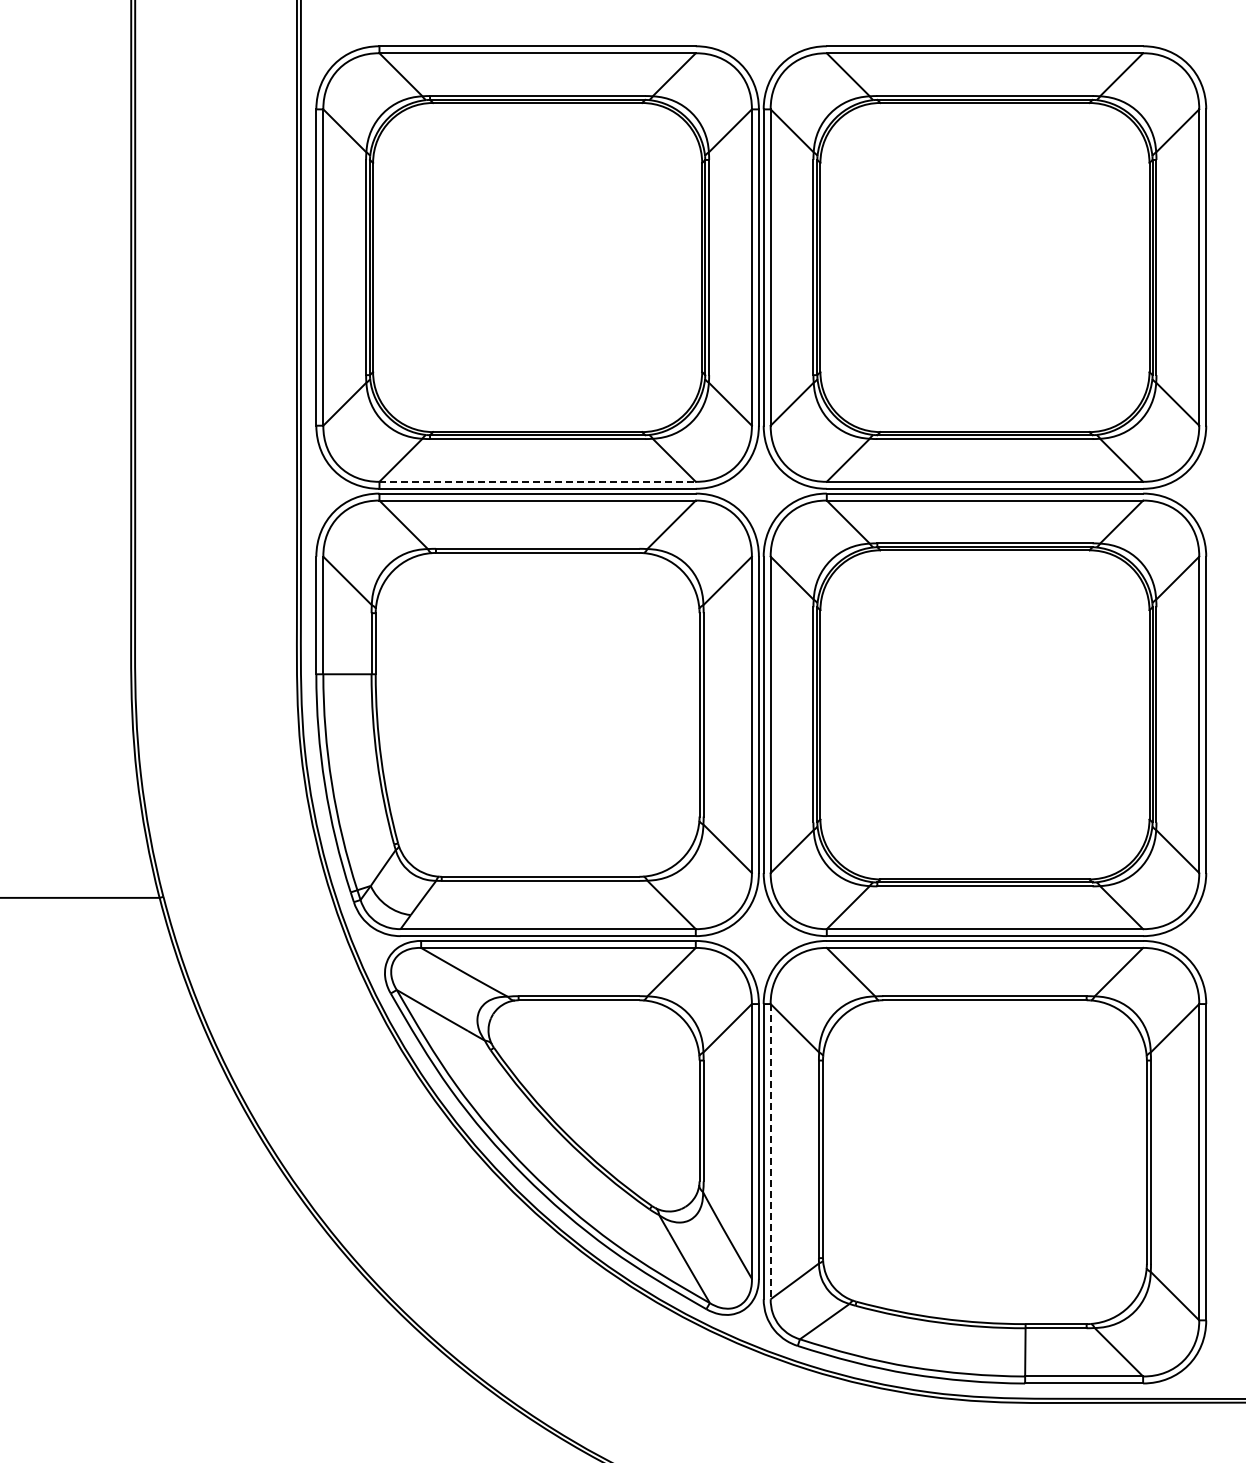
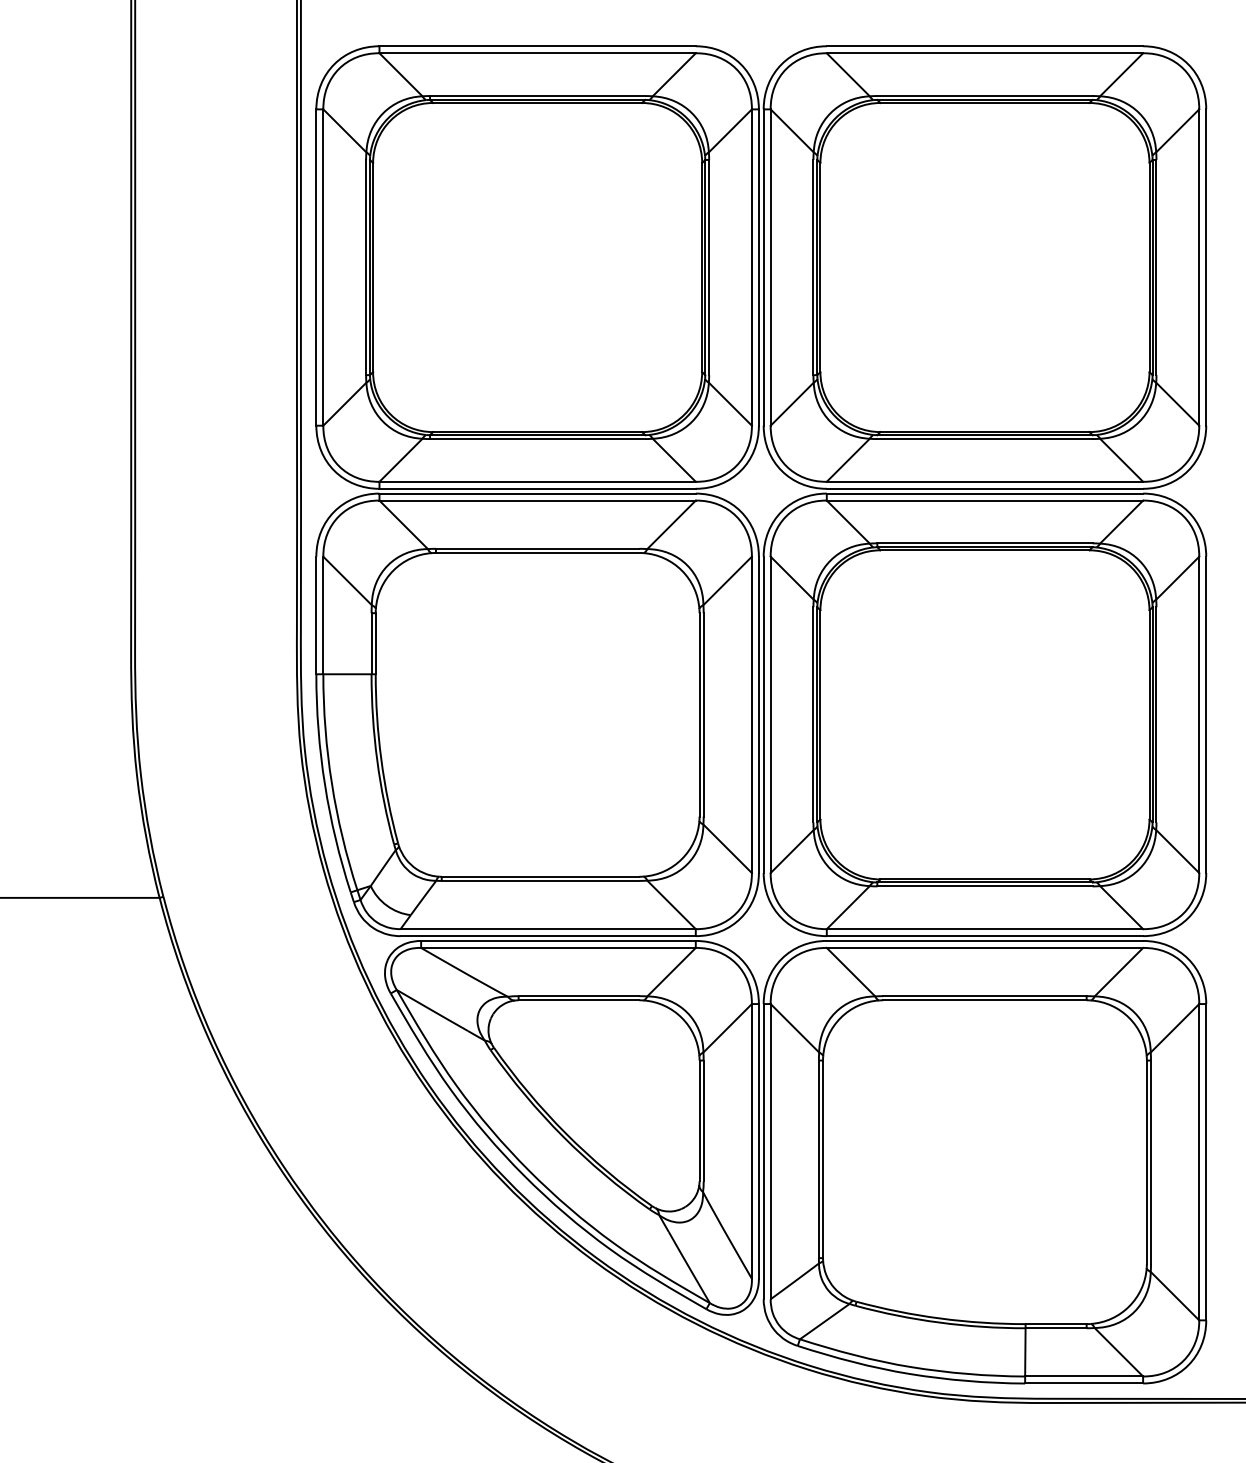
line at (538, 481): dashed -> solid
line at (770, 1151): dashed -> solid
